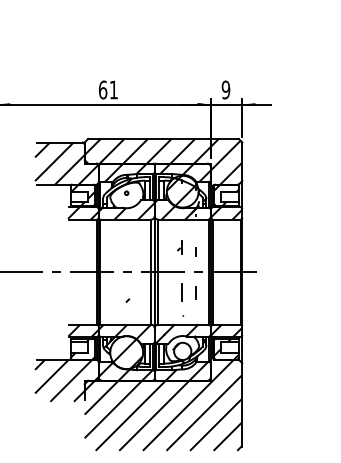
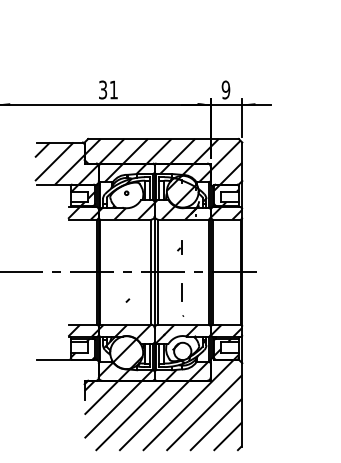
text at (102, 89): 61 -> 31
line at (195, 251): present -> none
line at (195, 292): present -> none
hatch at (66, 380): present -> none
